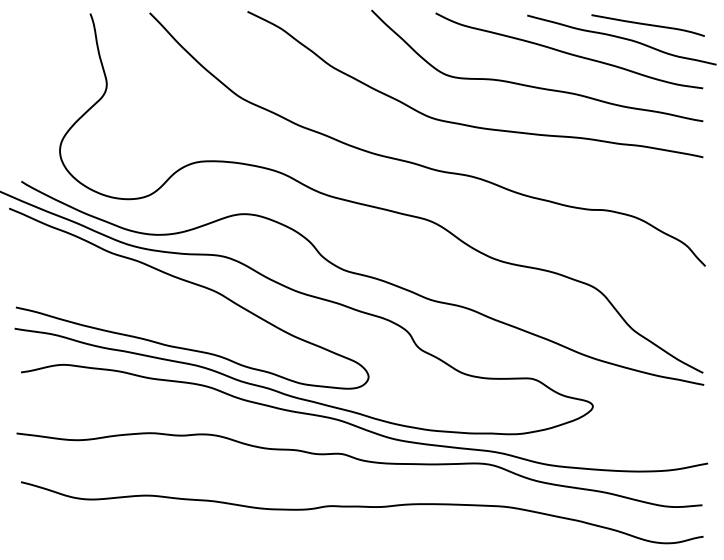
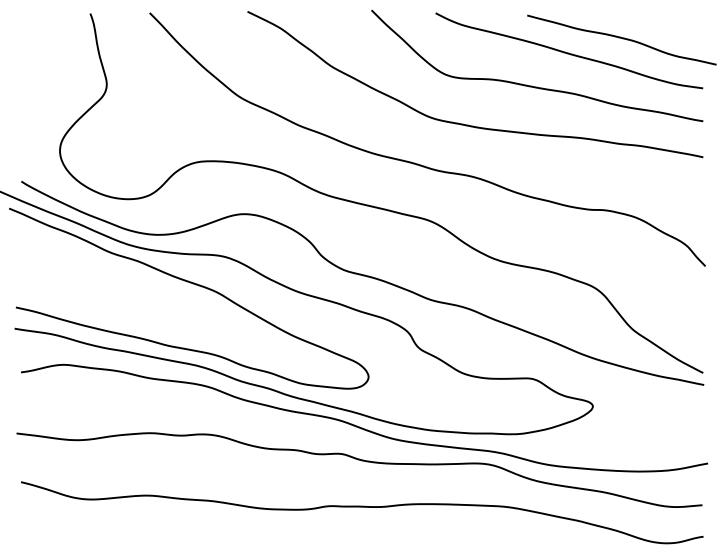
curve at (647, 25): present -> none
